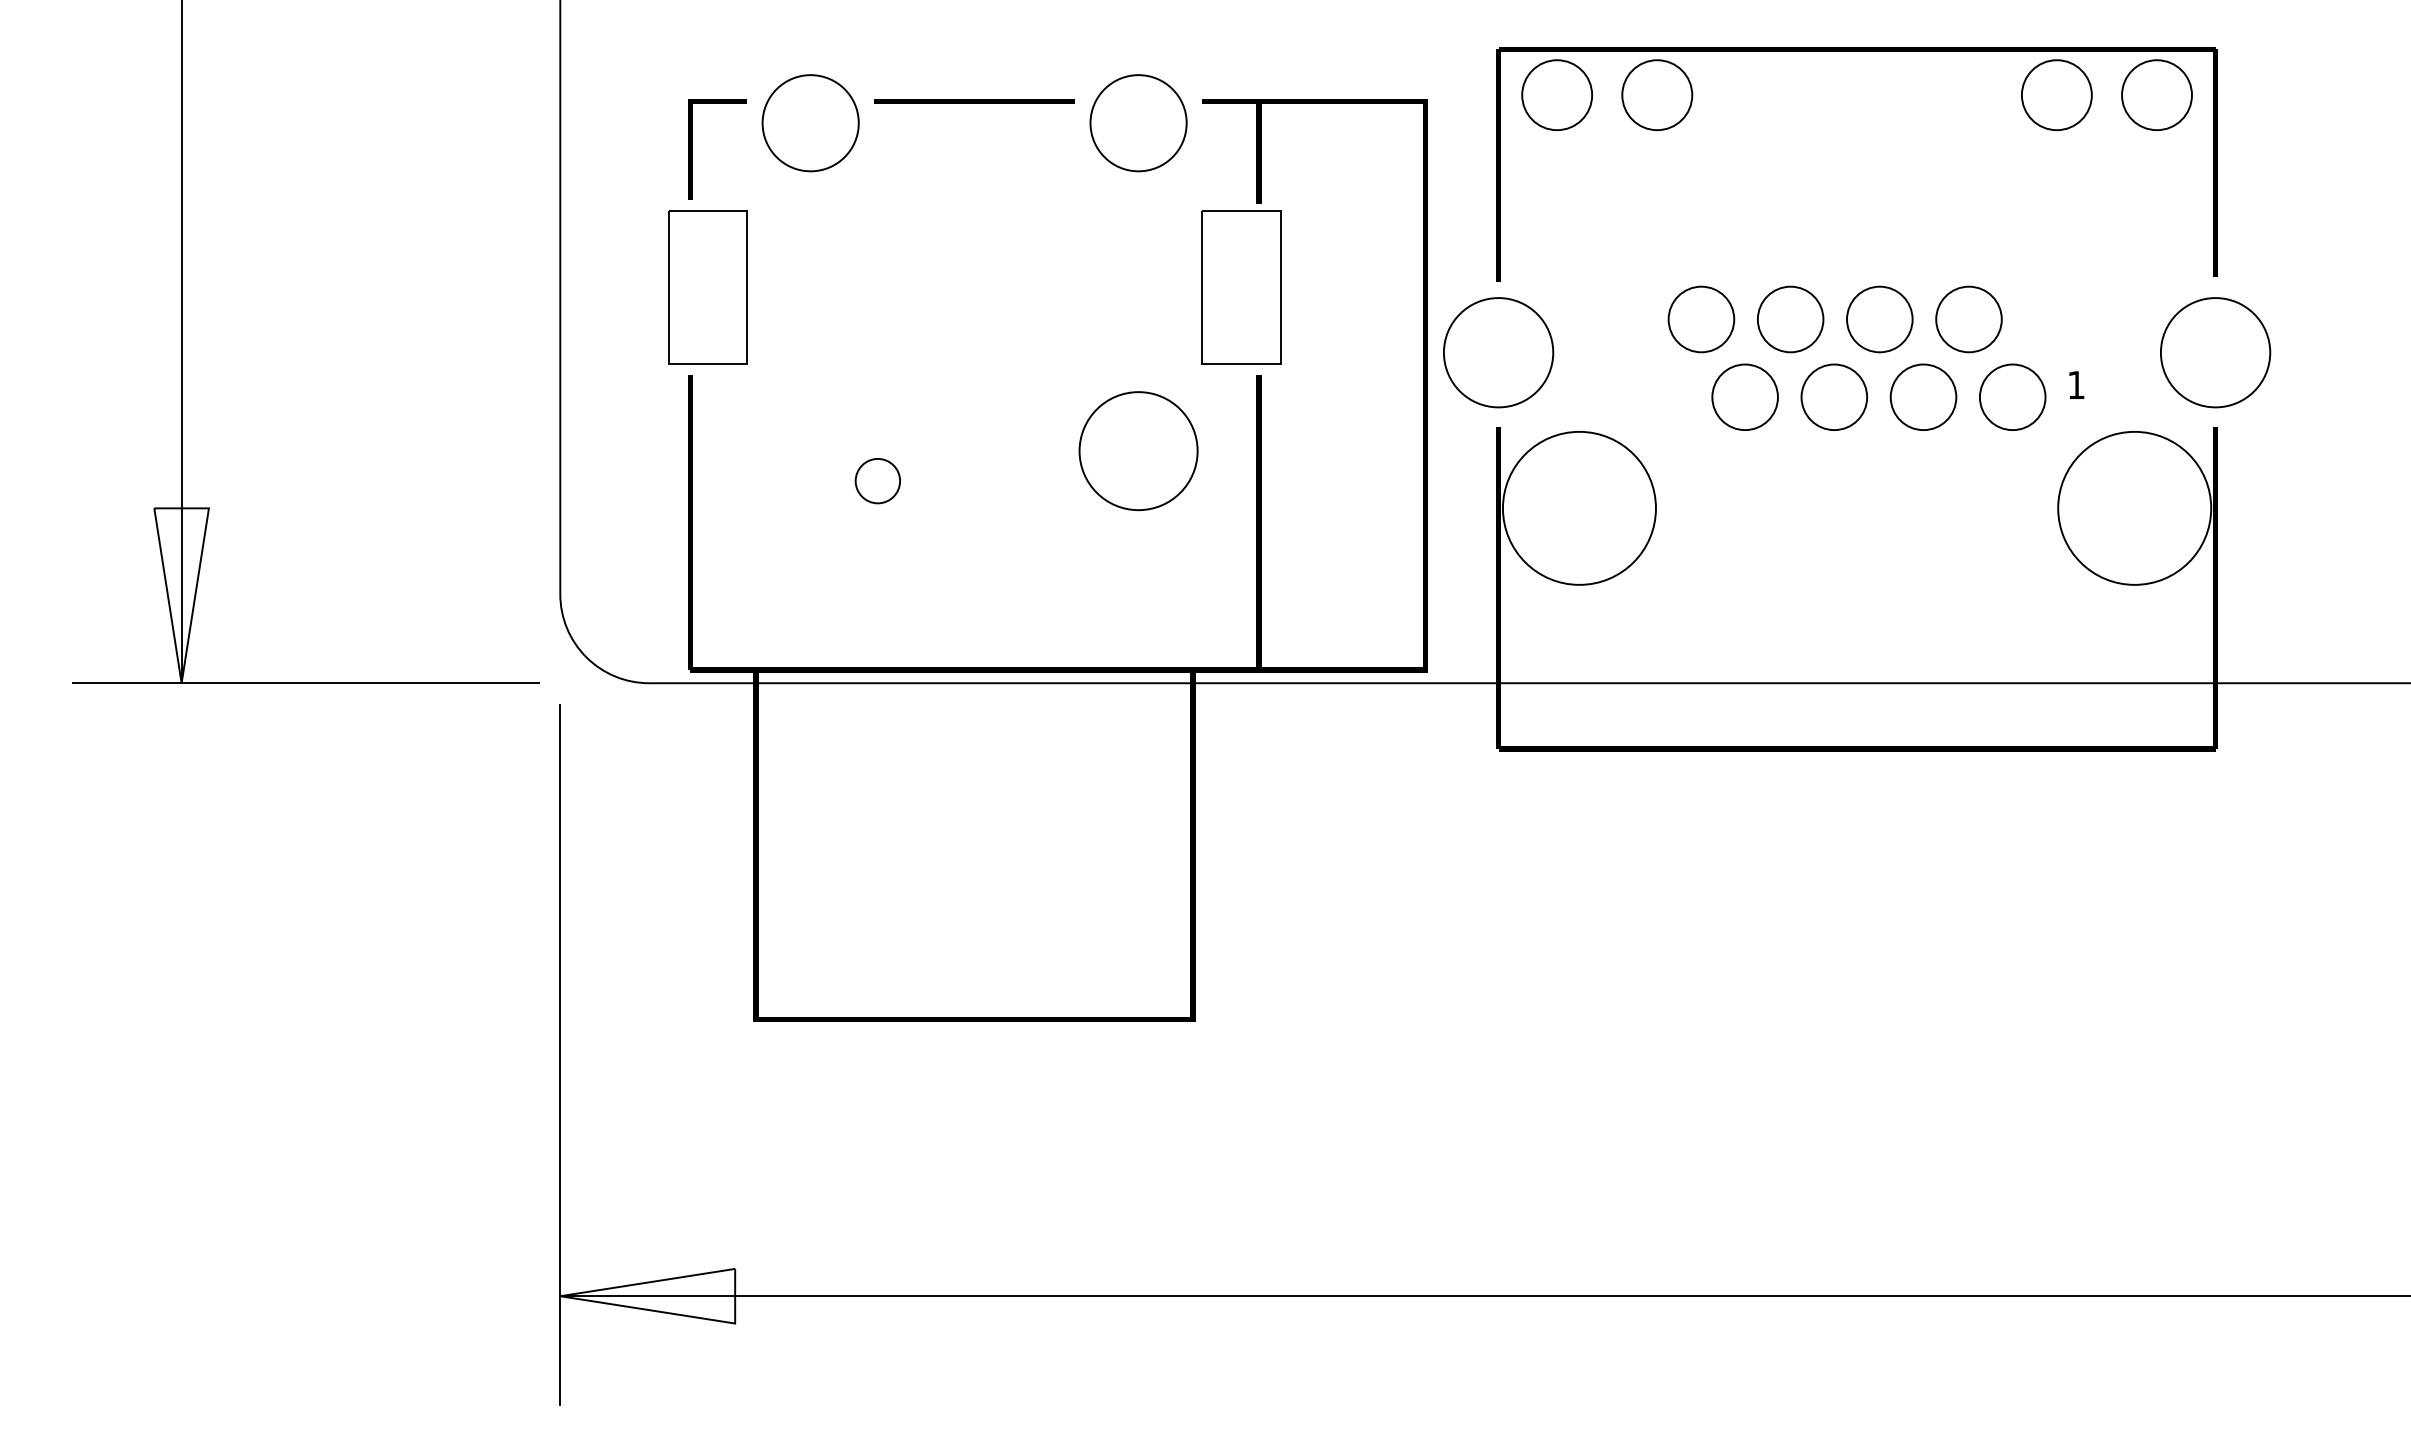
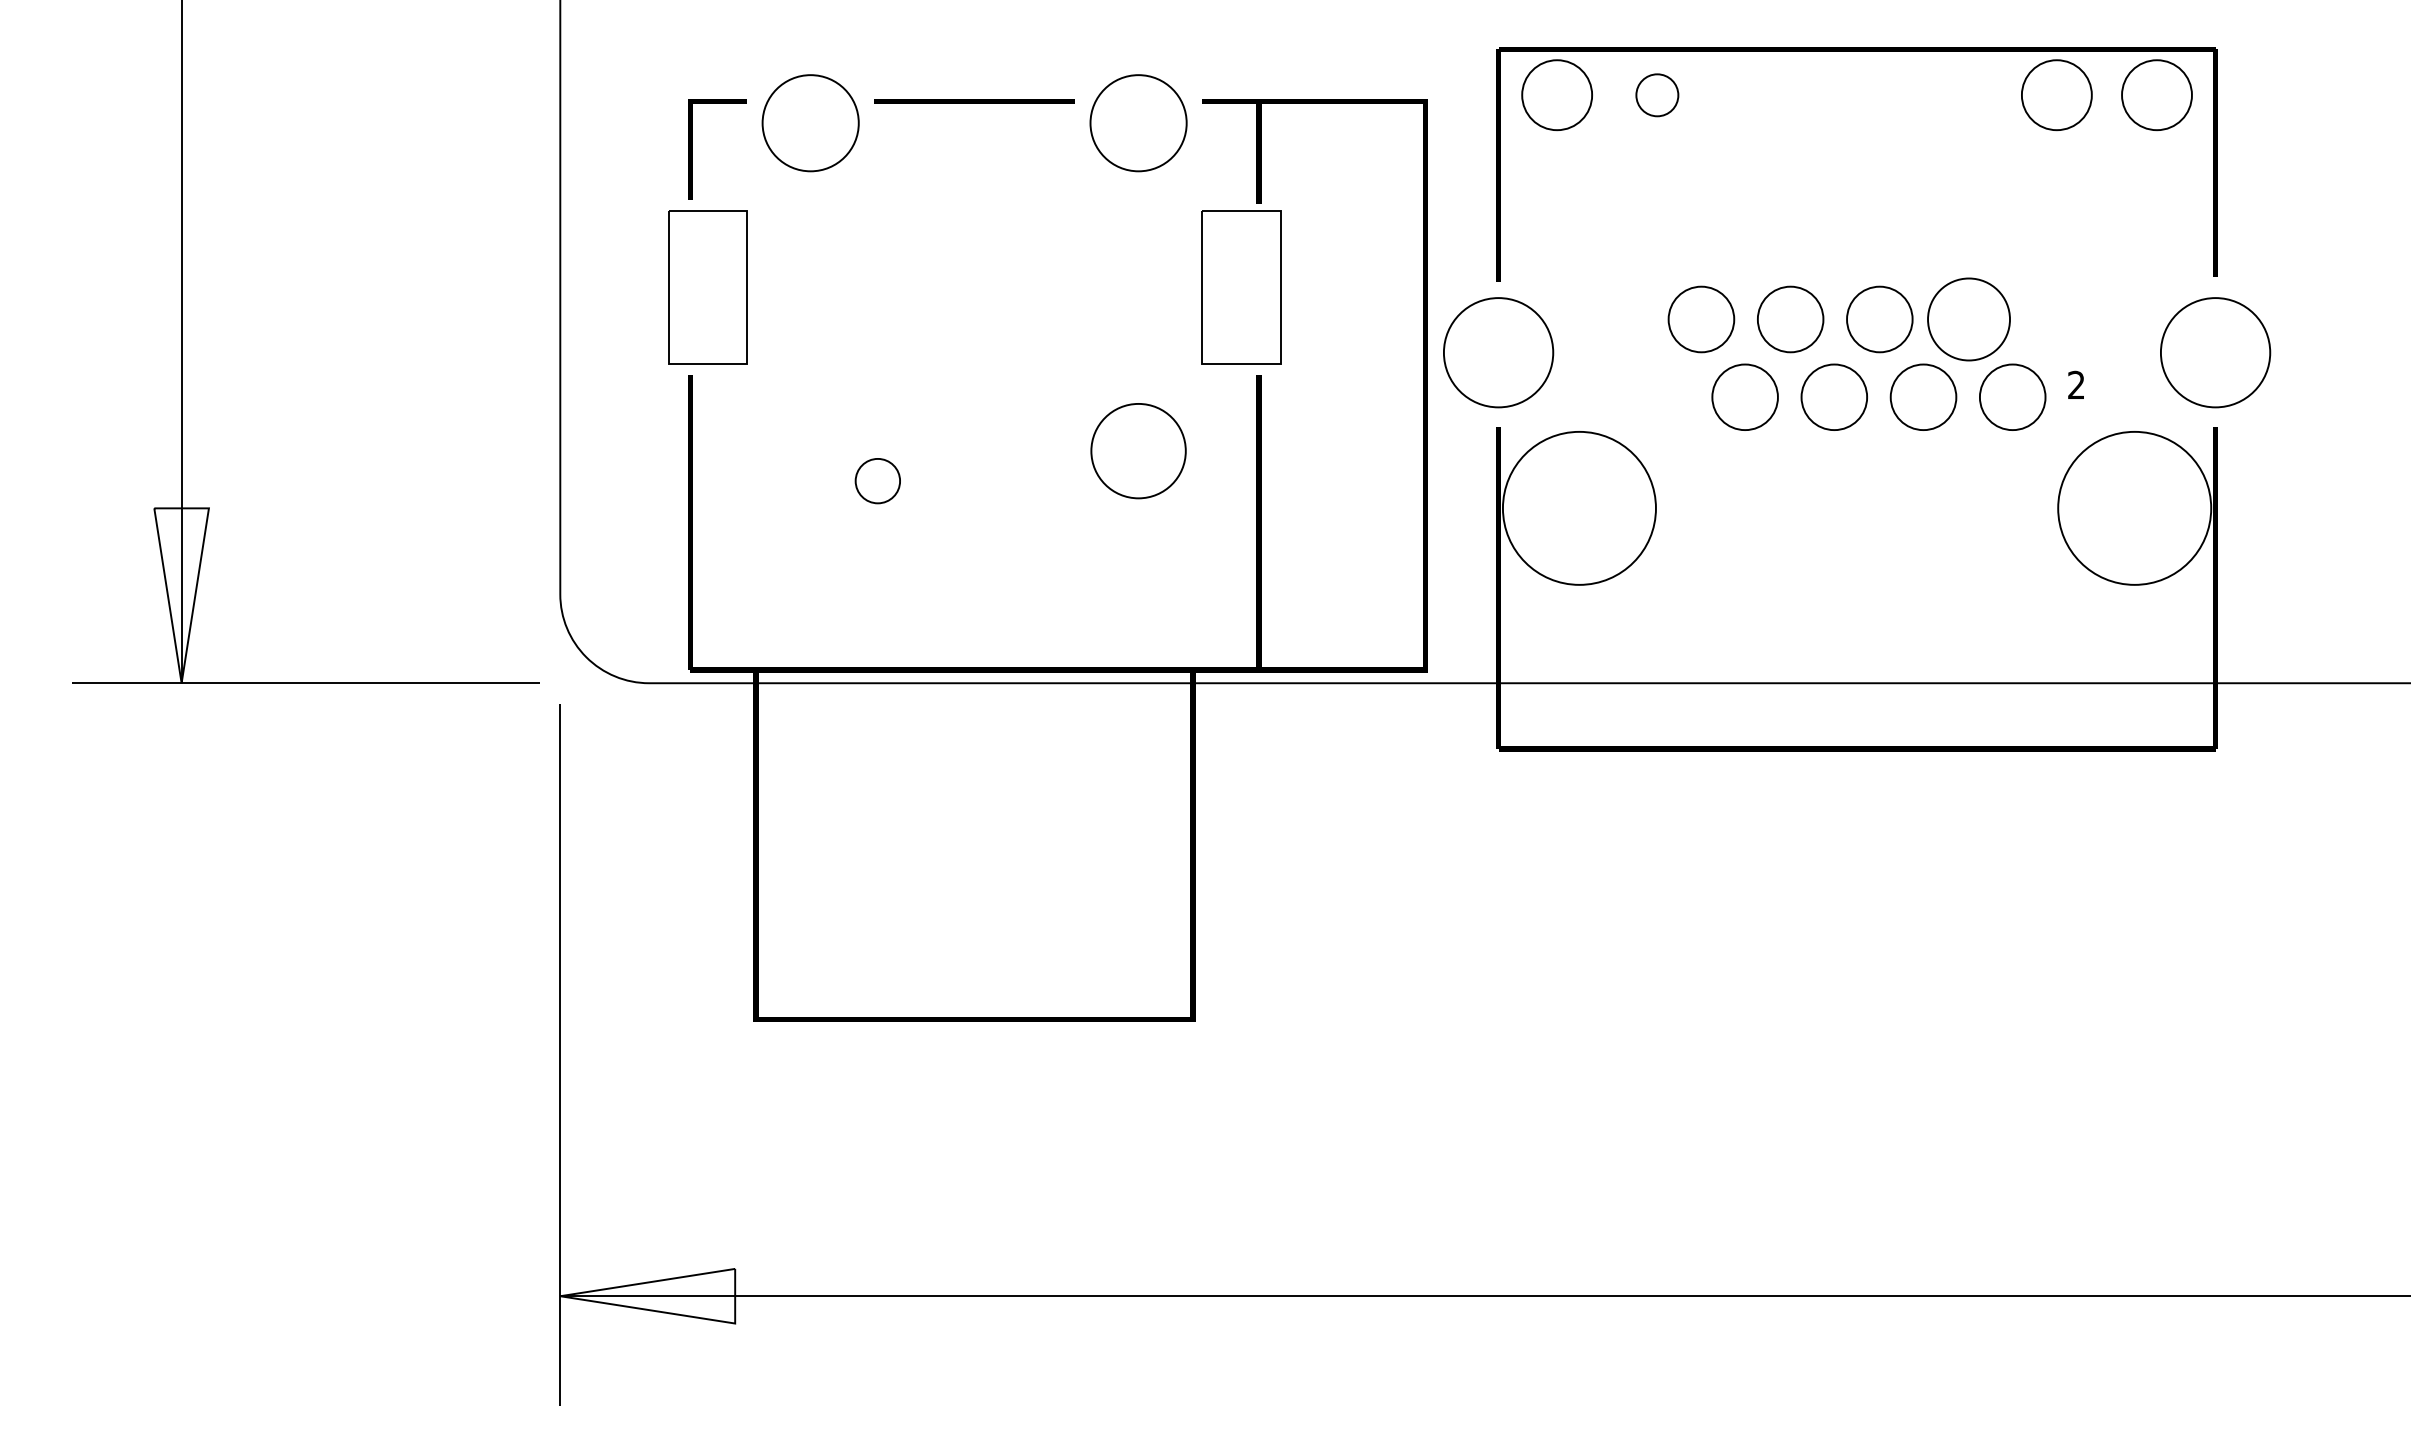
circle at (1657, 95) size: 73x73 px -> 45x45 px
circle at (1968, 319) diameter: 66 px -> 82 px
text at (2076, 384): 1 -> 2
circle at (1138, 451) diameter: 118 px -> 94 px
